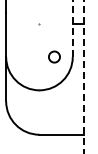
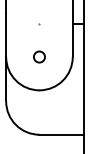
line at (72, 29): dashed -> solid
circle at (54, 56) position: (54, 56) -> (39, 56)
line at (83, 77): dashed -> solid
